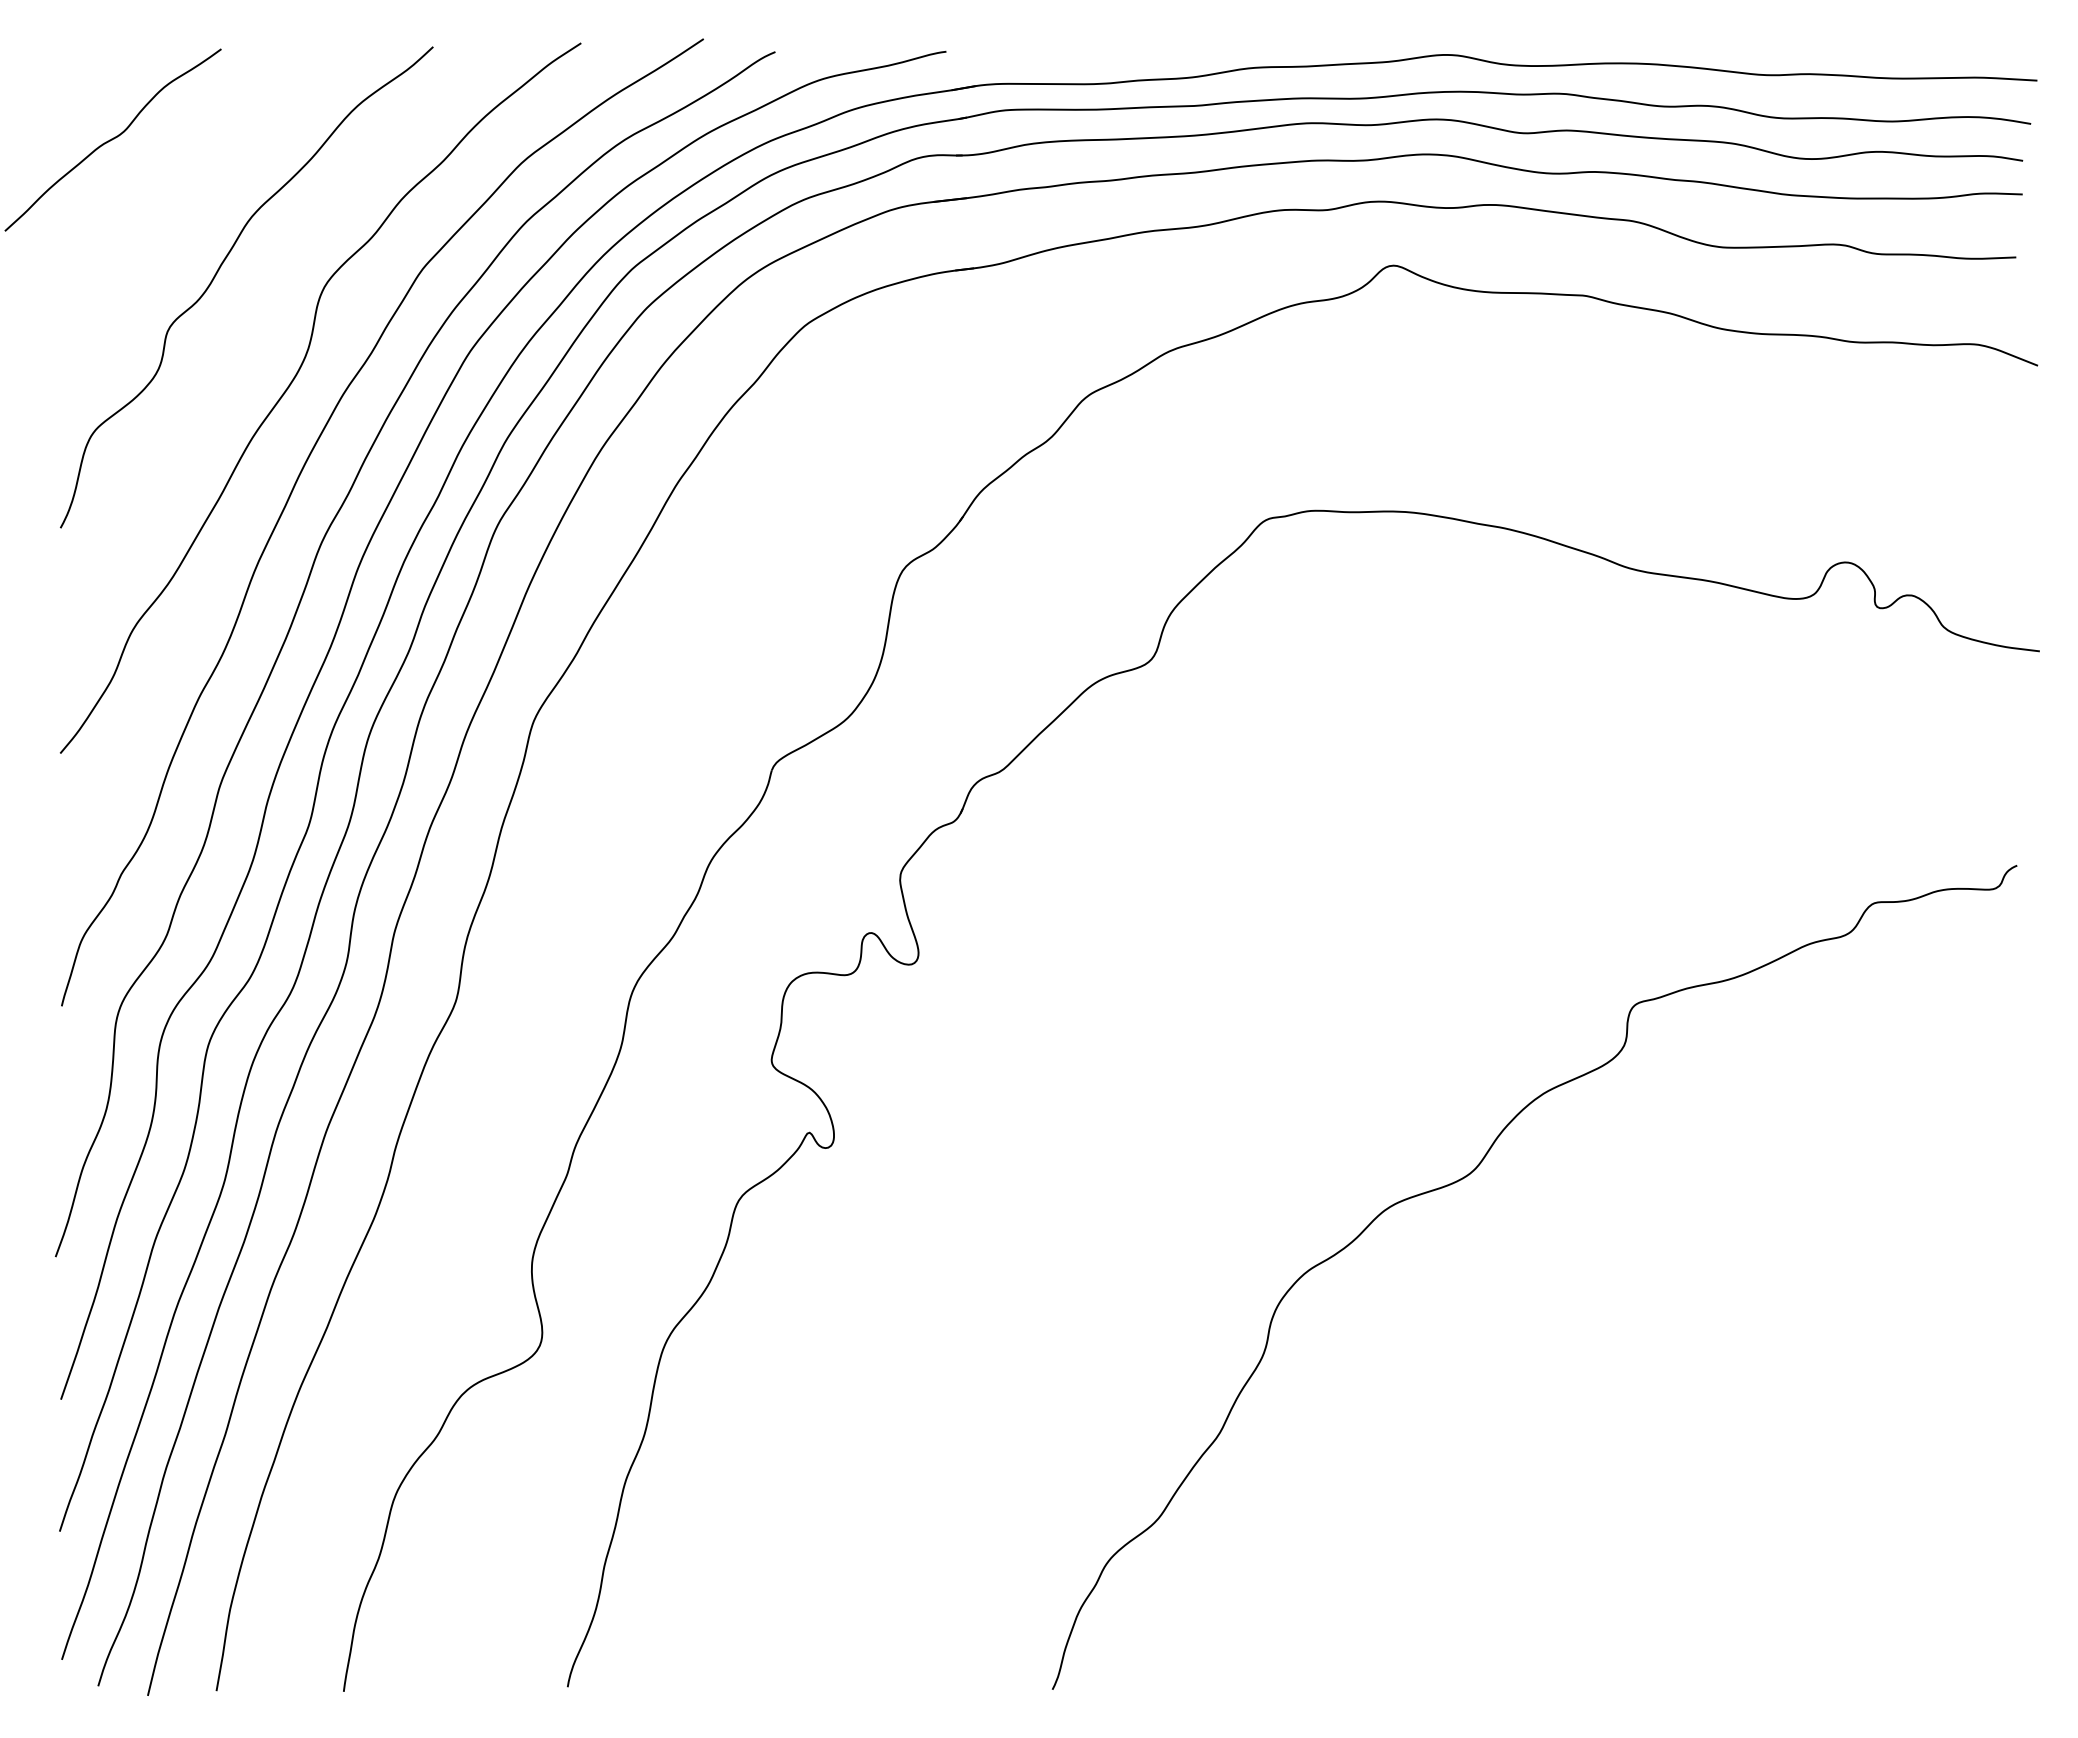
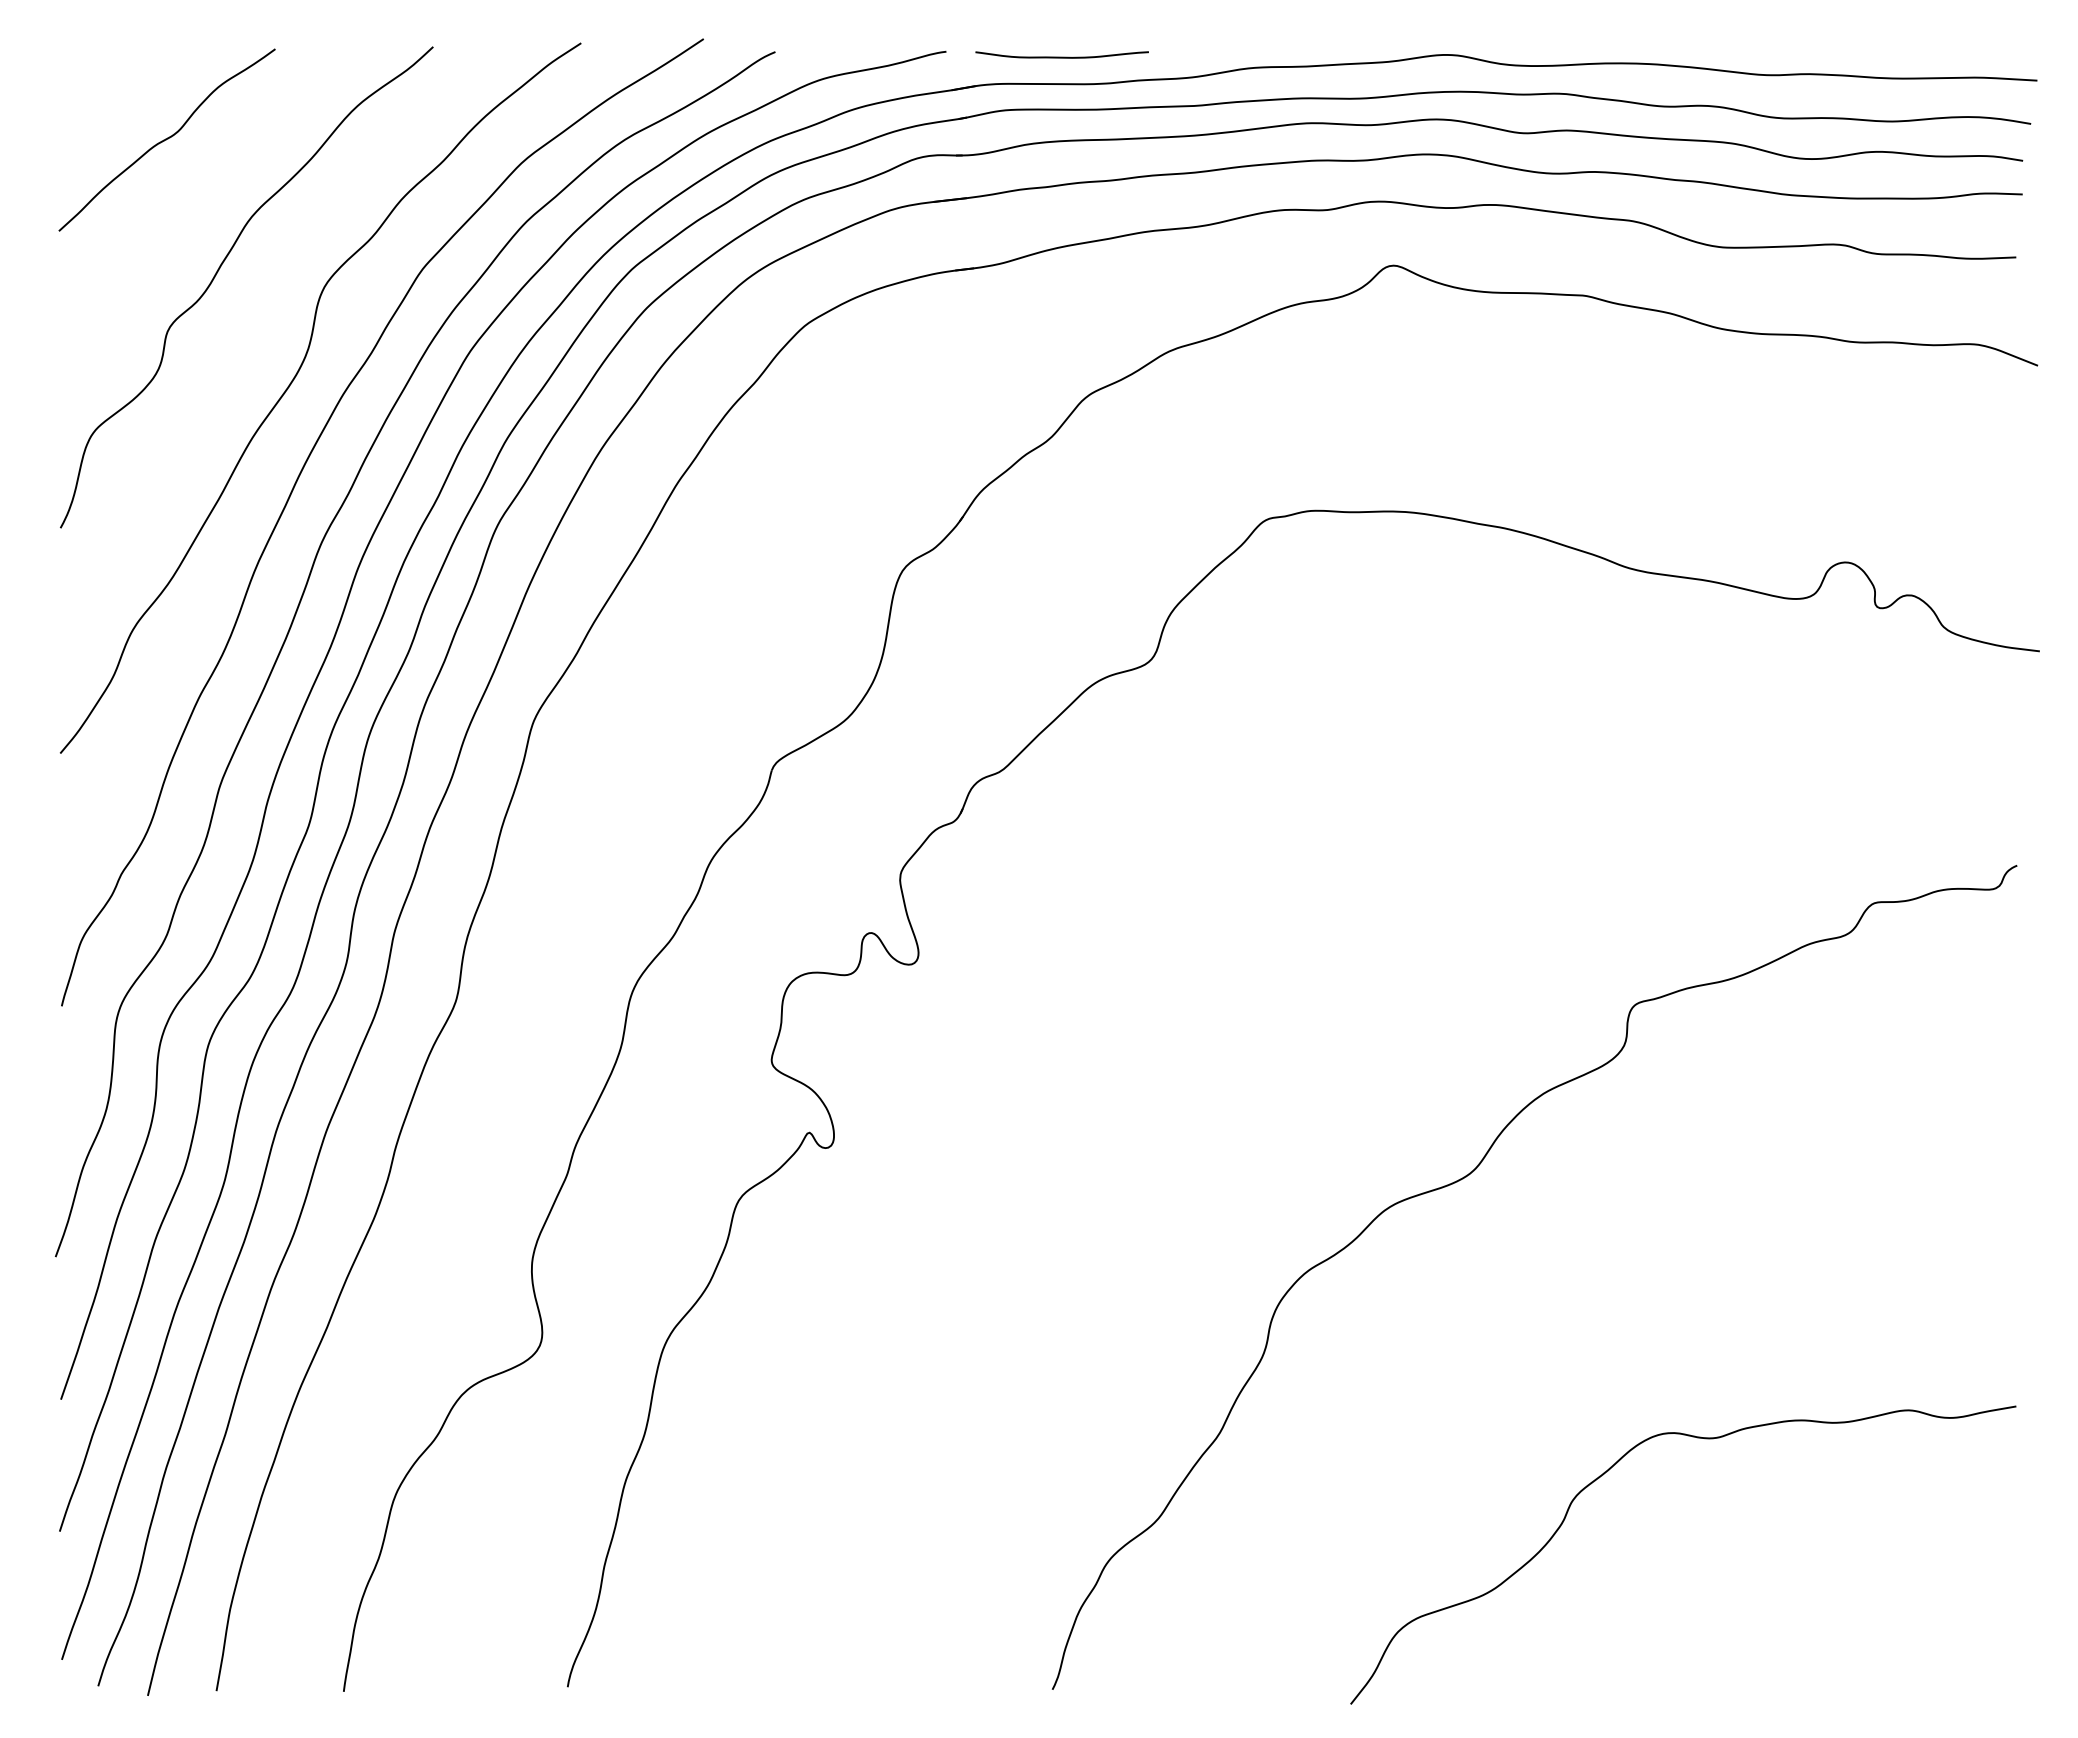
curve at (1061, 56): none -> present
curve at (112, 139) position: (112, 139) -> (166, 139)
curve at (1608, 1471): none -> present
